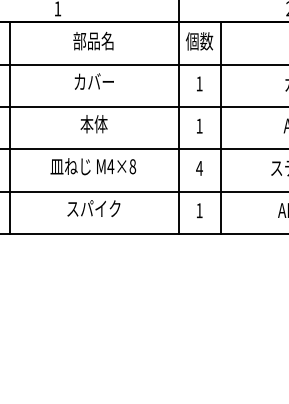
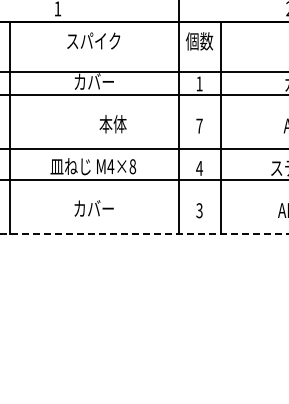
text at (93, 40): 部品名 -> スパイク
line at (143, 64) position: (143, 64) -> (143, 71)
line at (143, 107) position: (143, 107) -> (143, 95)
text at (93, 124) position: (93, 124) -> (112, 124)
text at (199, 125): 1 -> 7
line at (143, 191) position: (143, 191) -> (143, 179)
text at (93, 208): スパイク -> カバー
text at (199, 210): 1 -> 3
line at (144, 233): solid -> dashed
